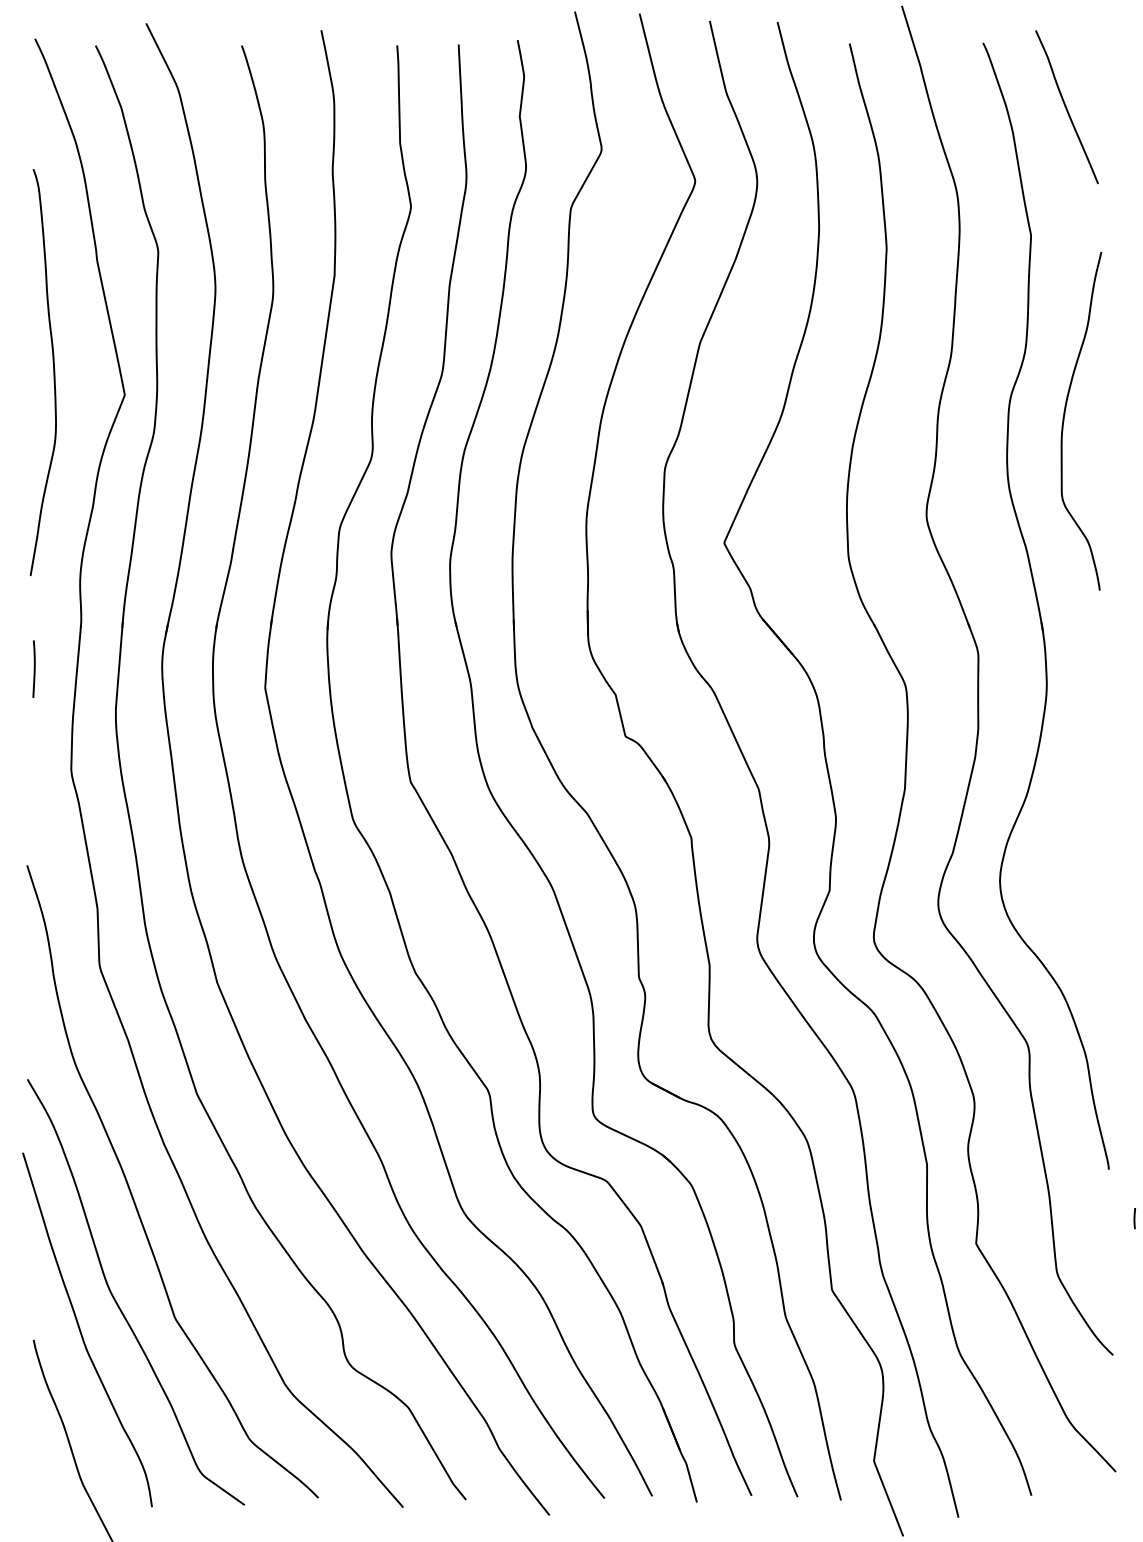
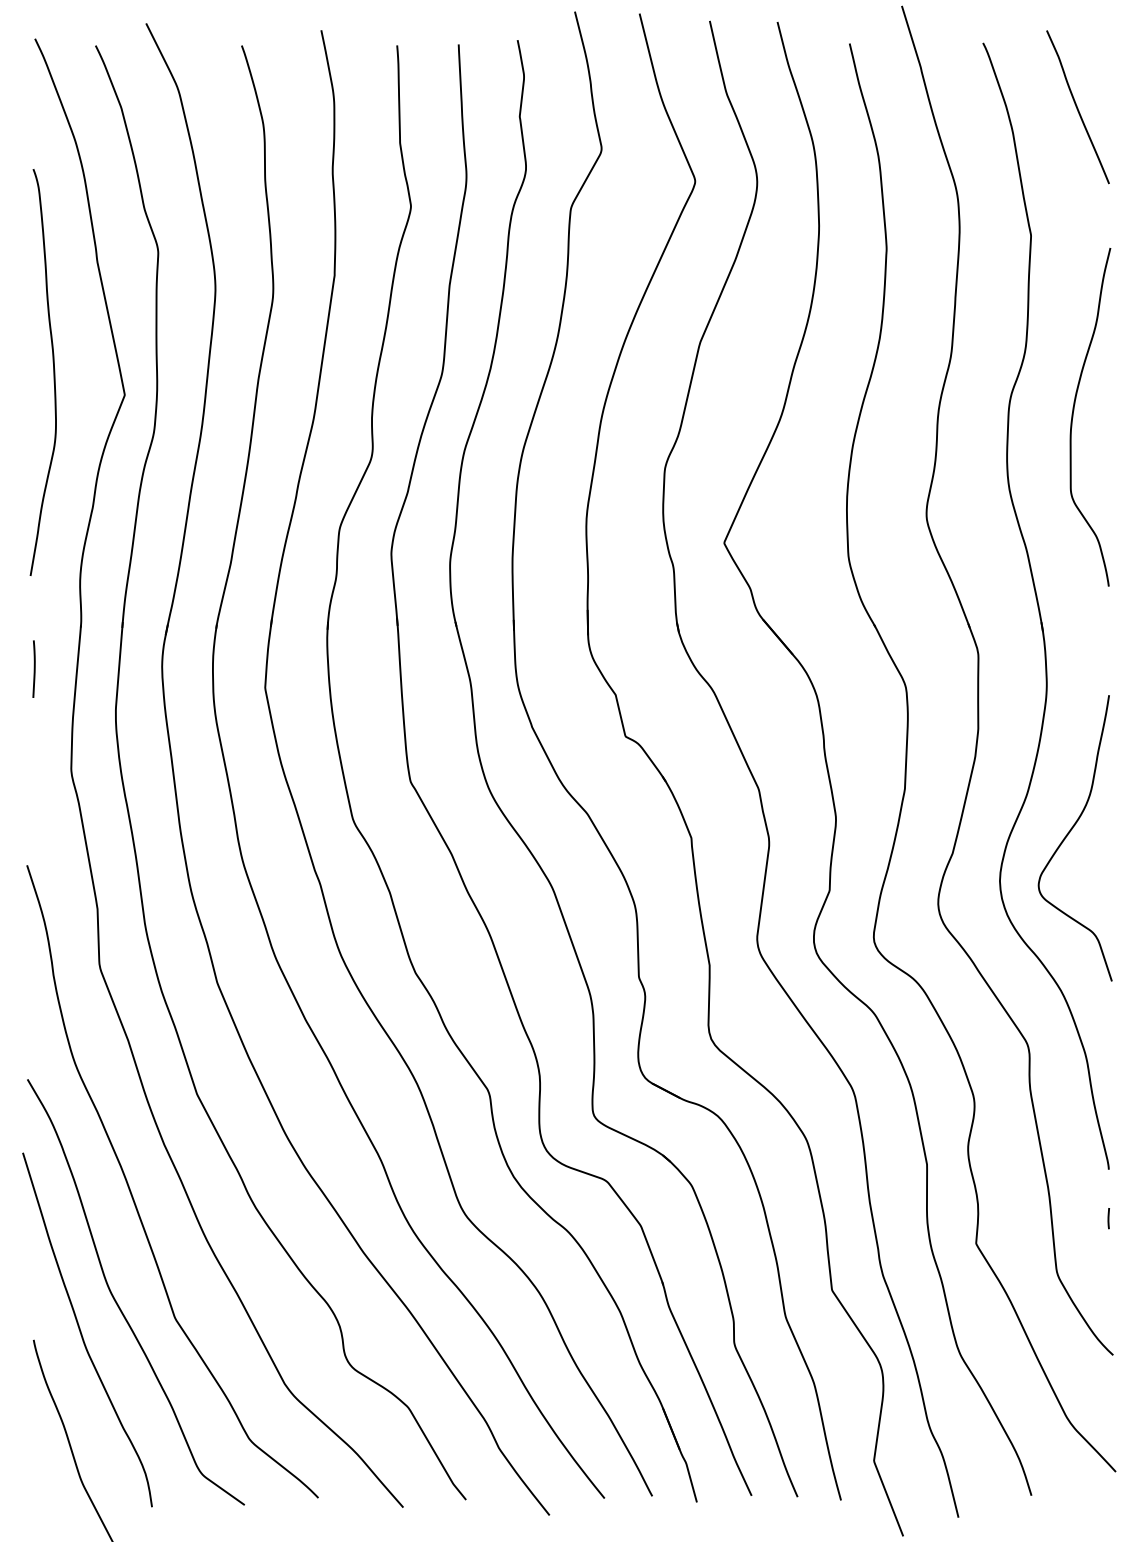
curve at (1066, 107) position: (1066, 107) -> (1077, 107)
curve at (1064, 421) position: (1064, 421) -> (1073, 417)
curve at (1068, 835): none -> present
line at (1134, 1218) position: (1134, 1218) -> (1108, 1218)
